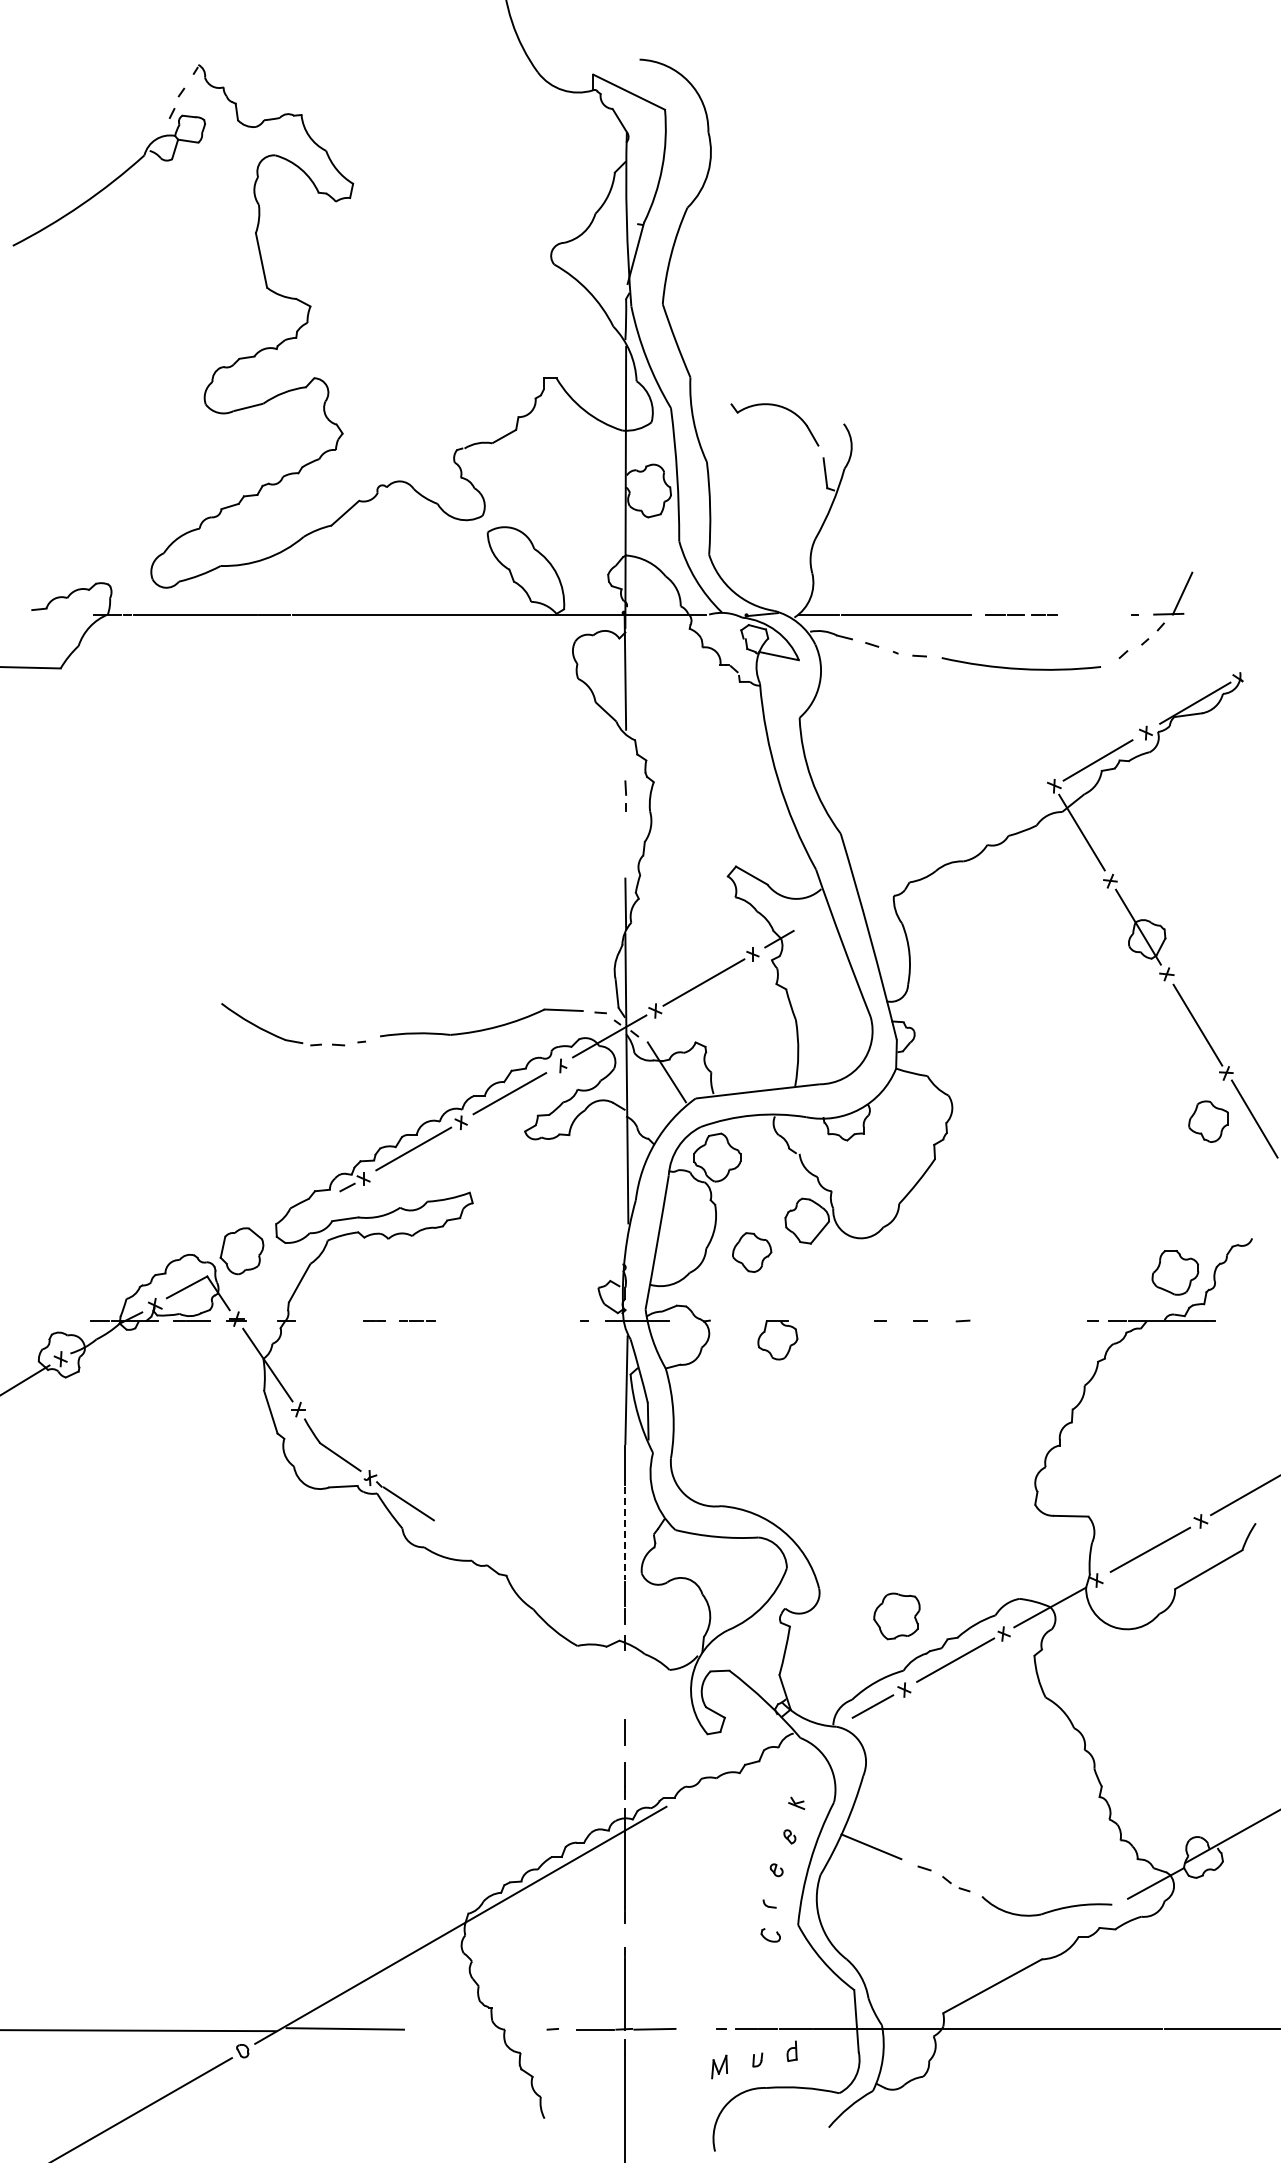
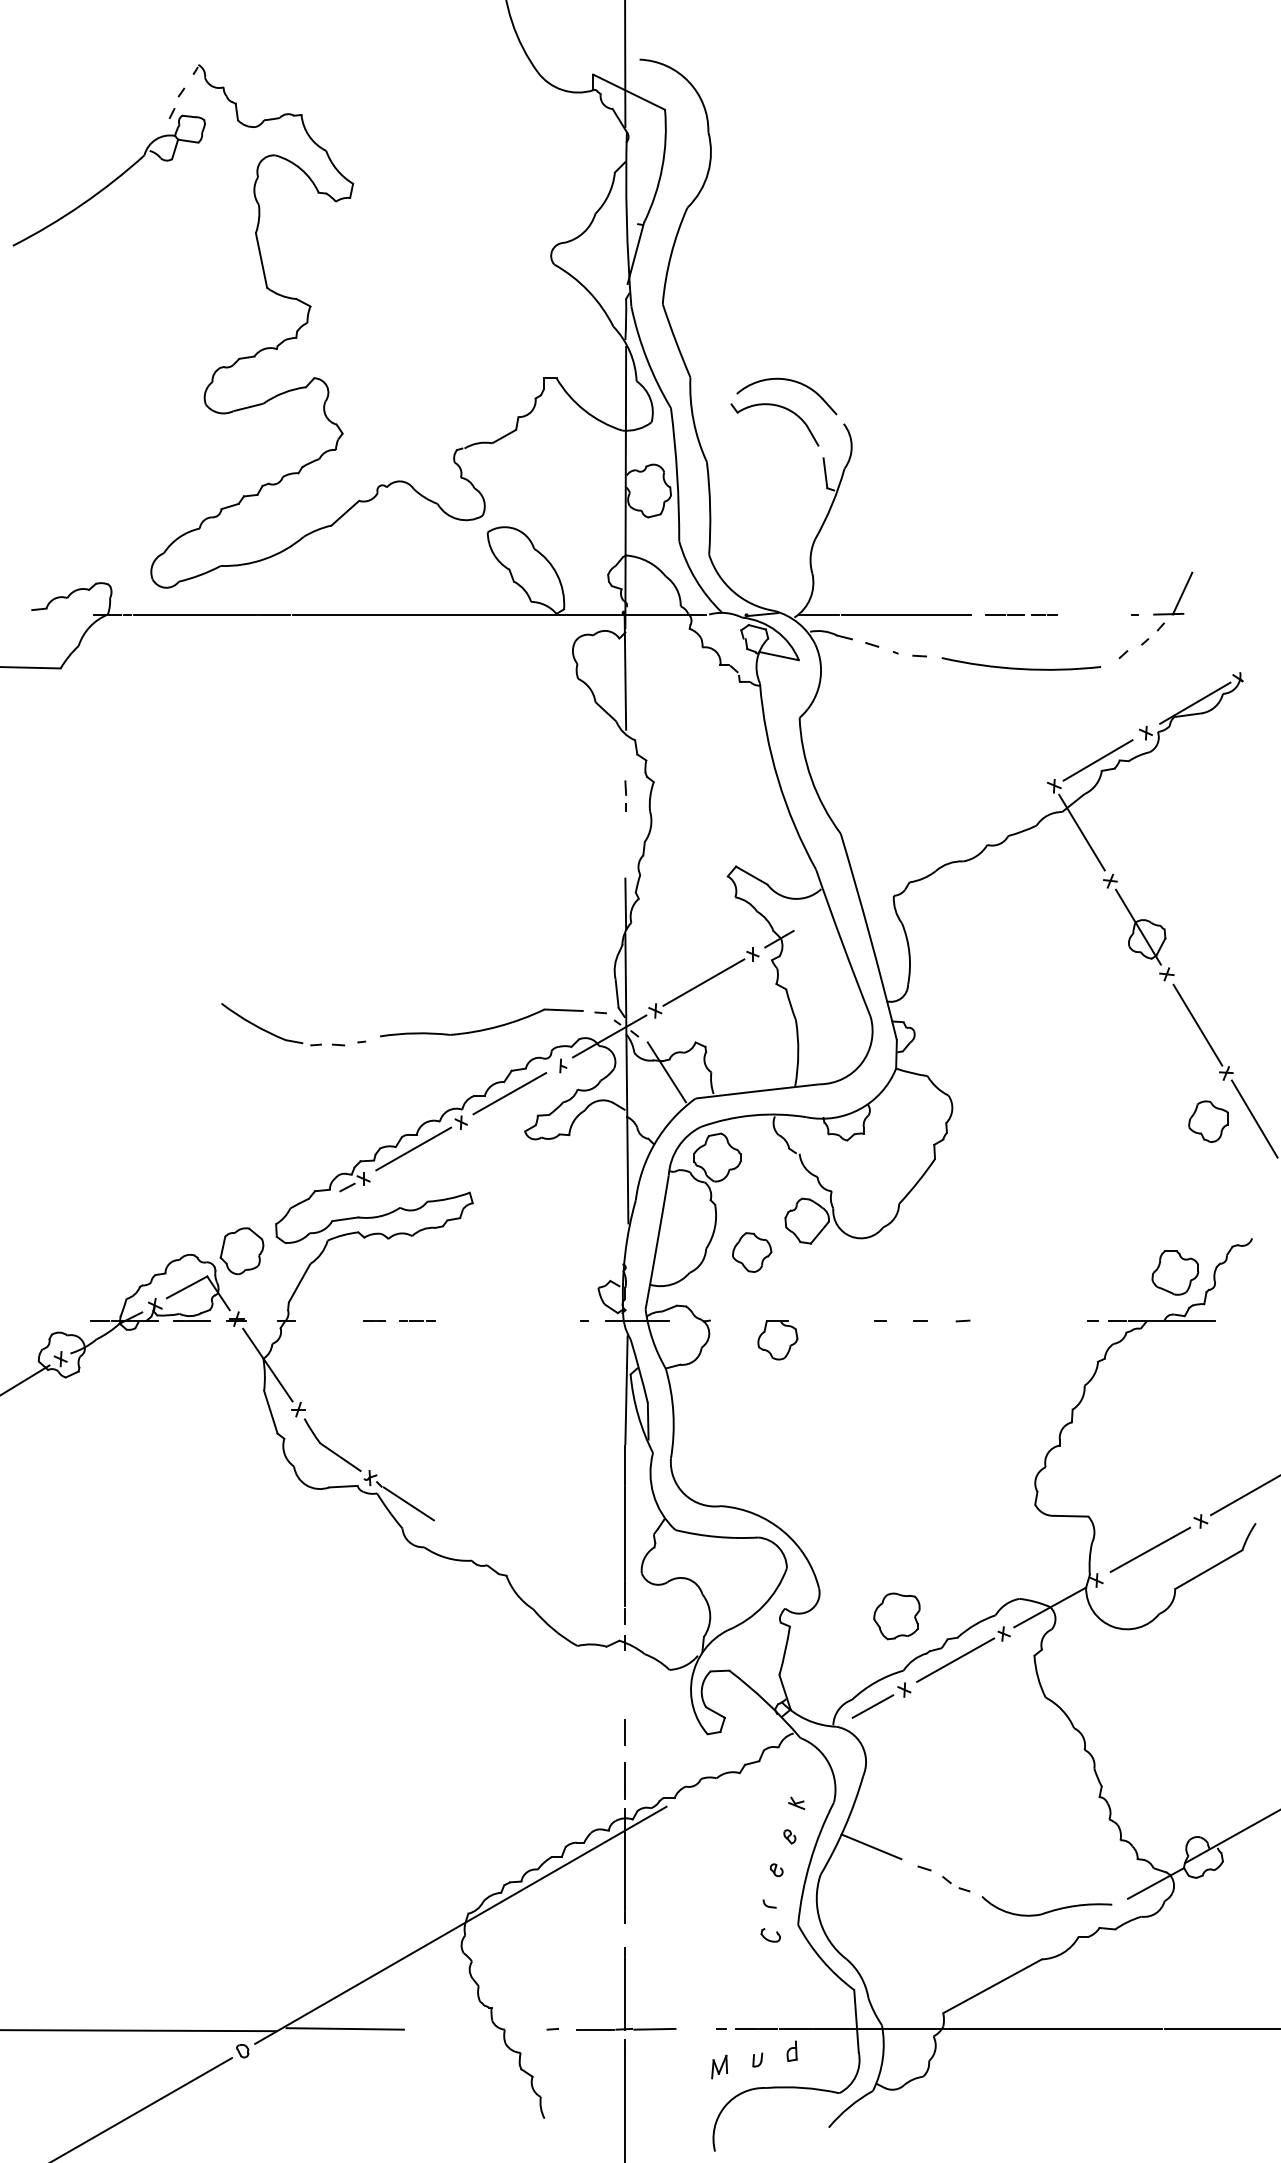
line at (625, 64): none -> present
part at (790, 381): none -> present
line at (625, 1534): dashed -> solid
